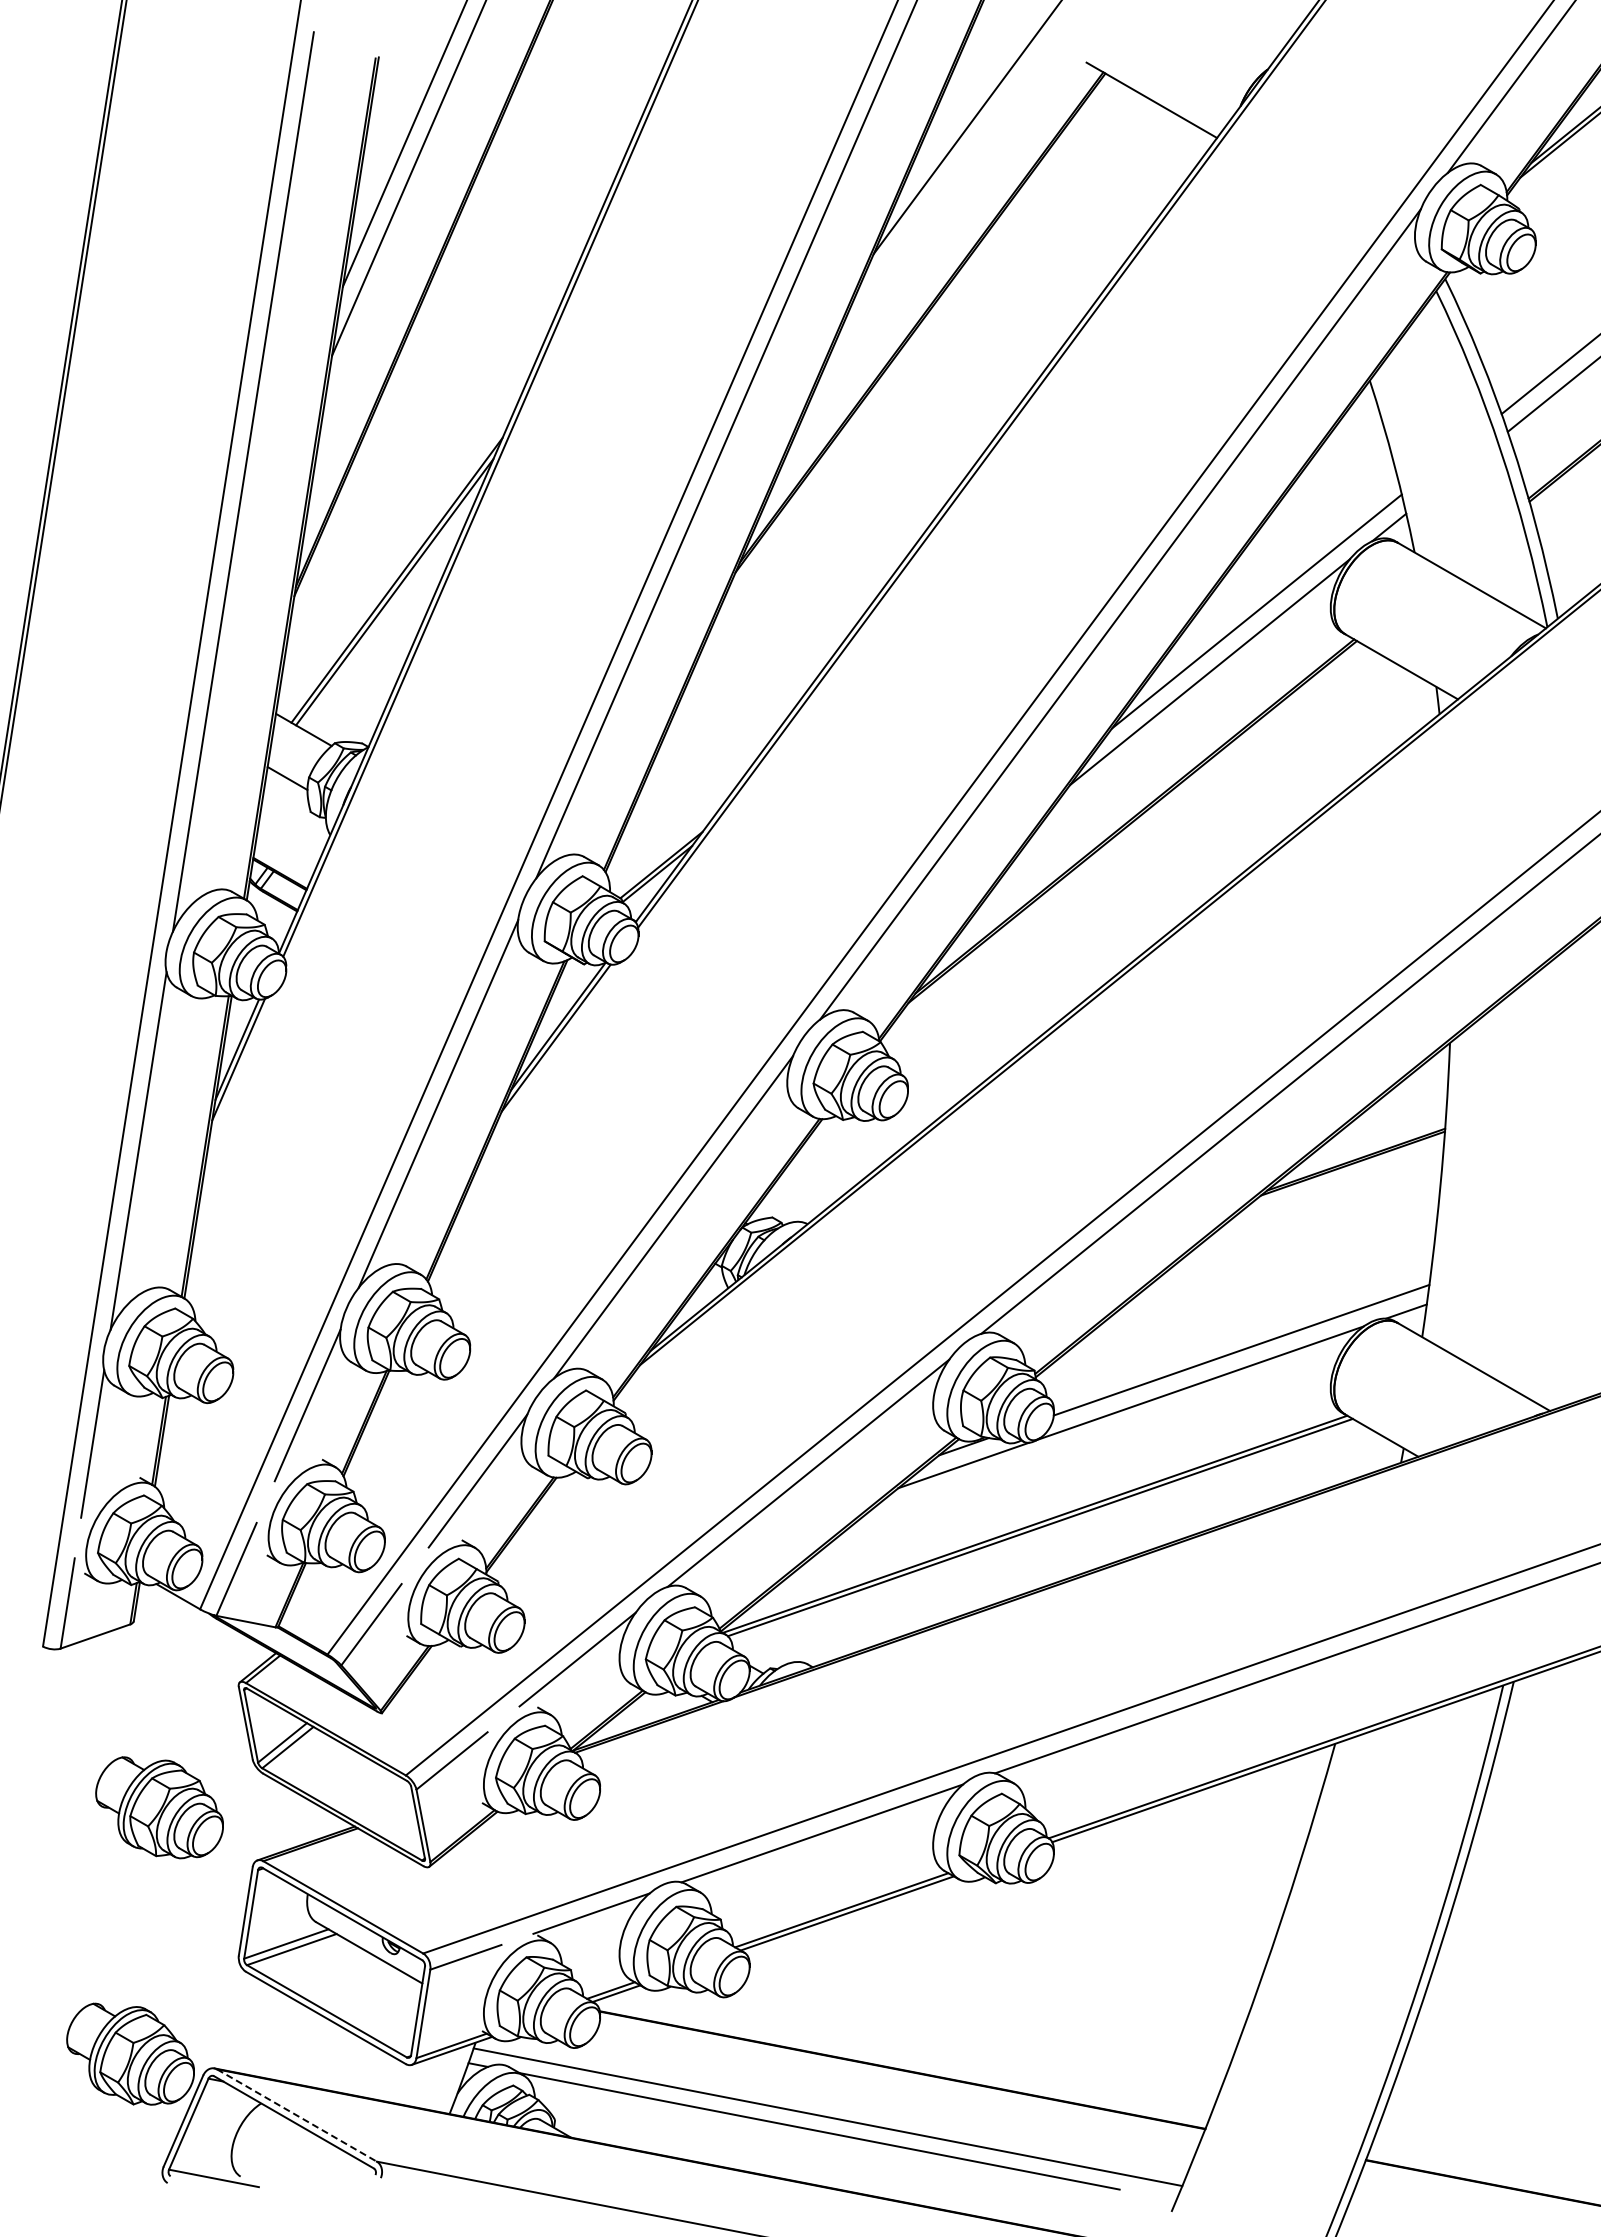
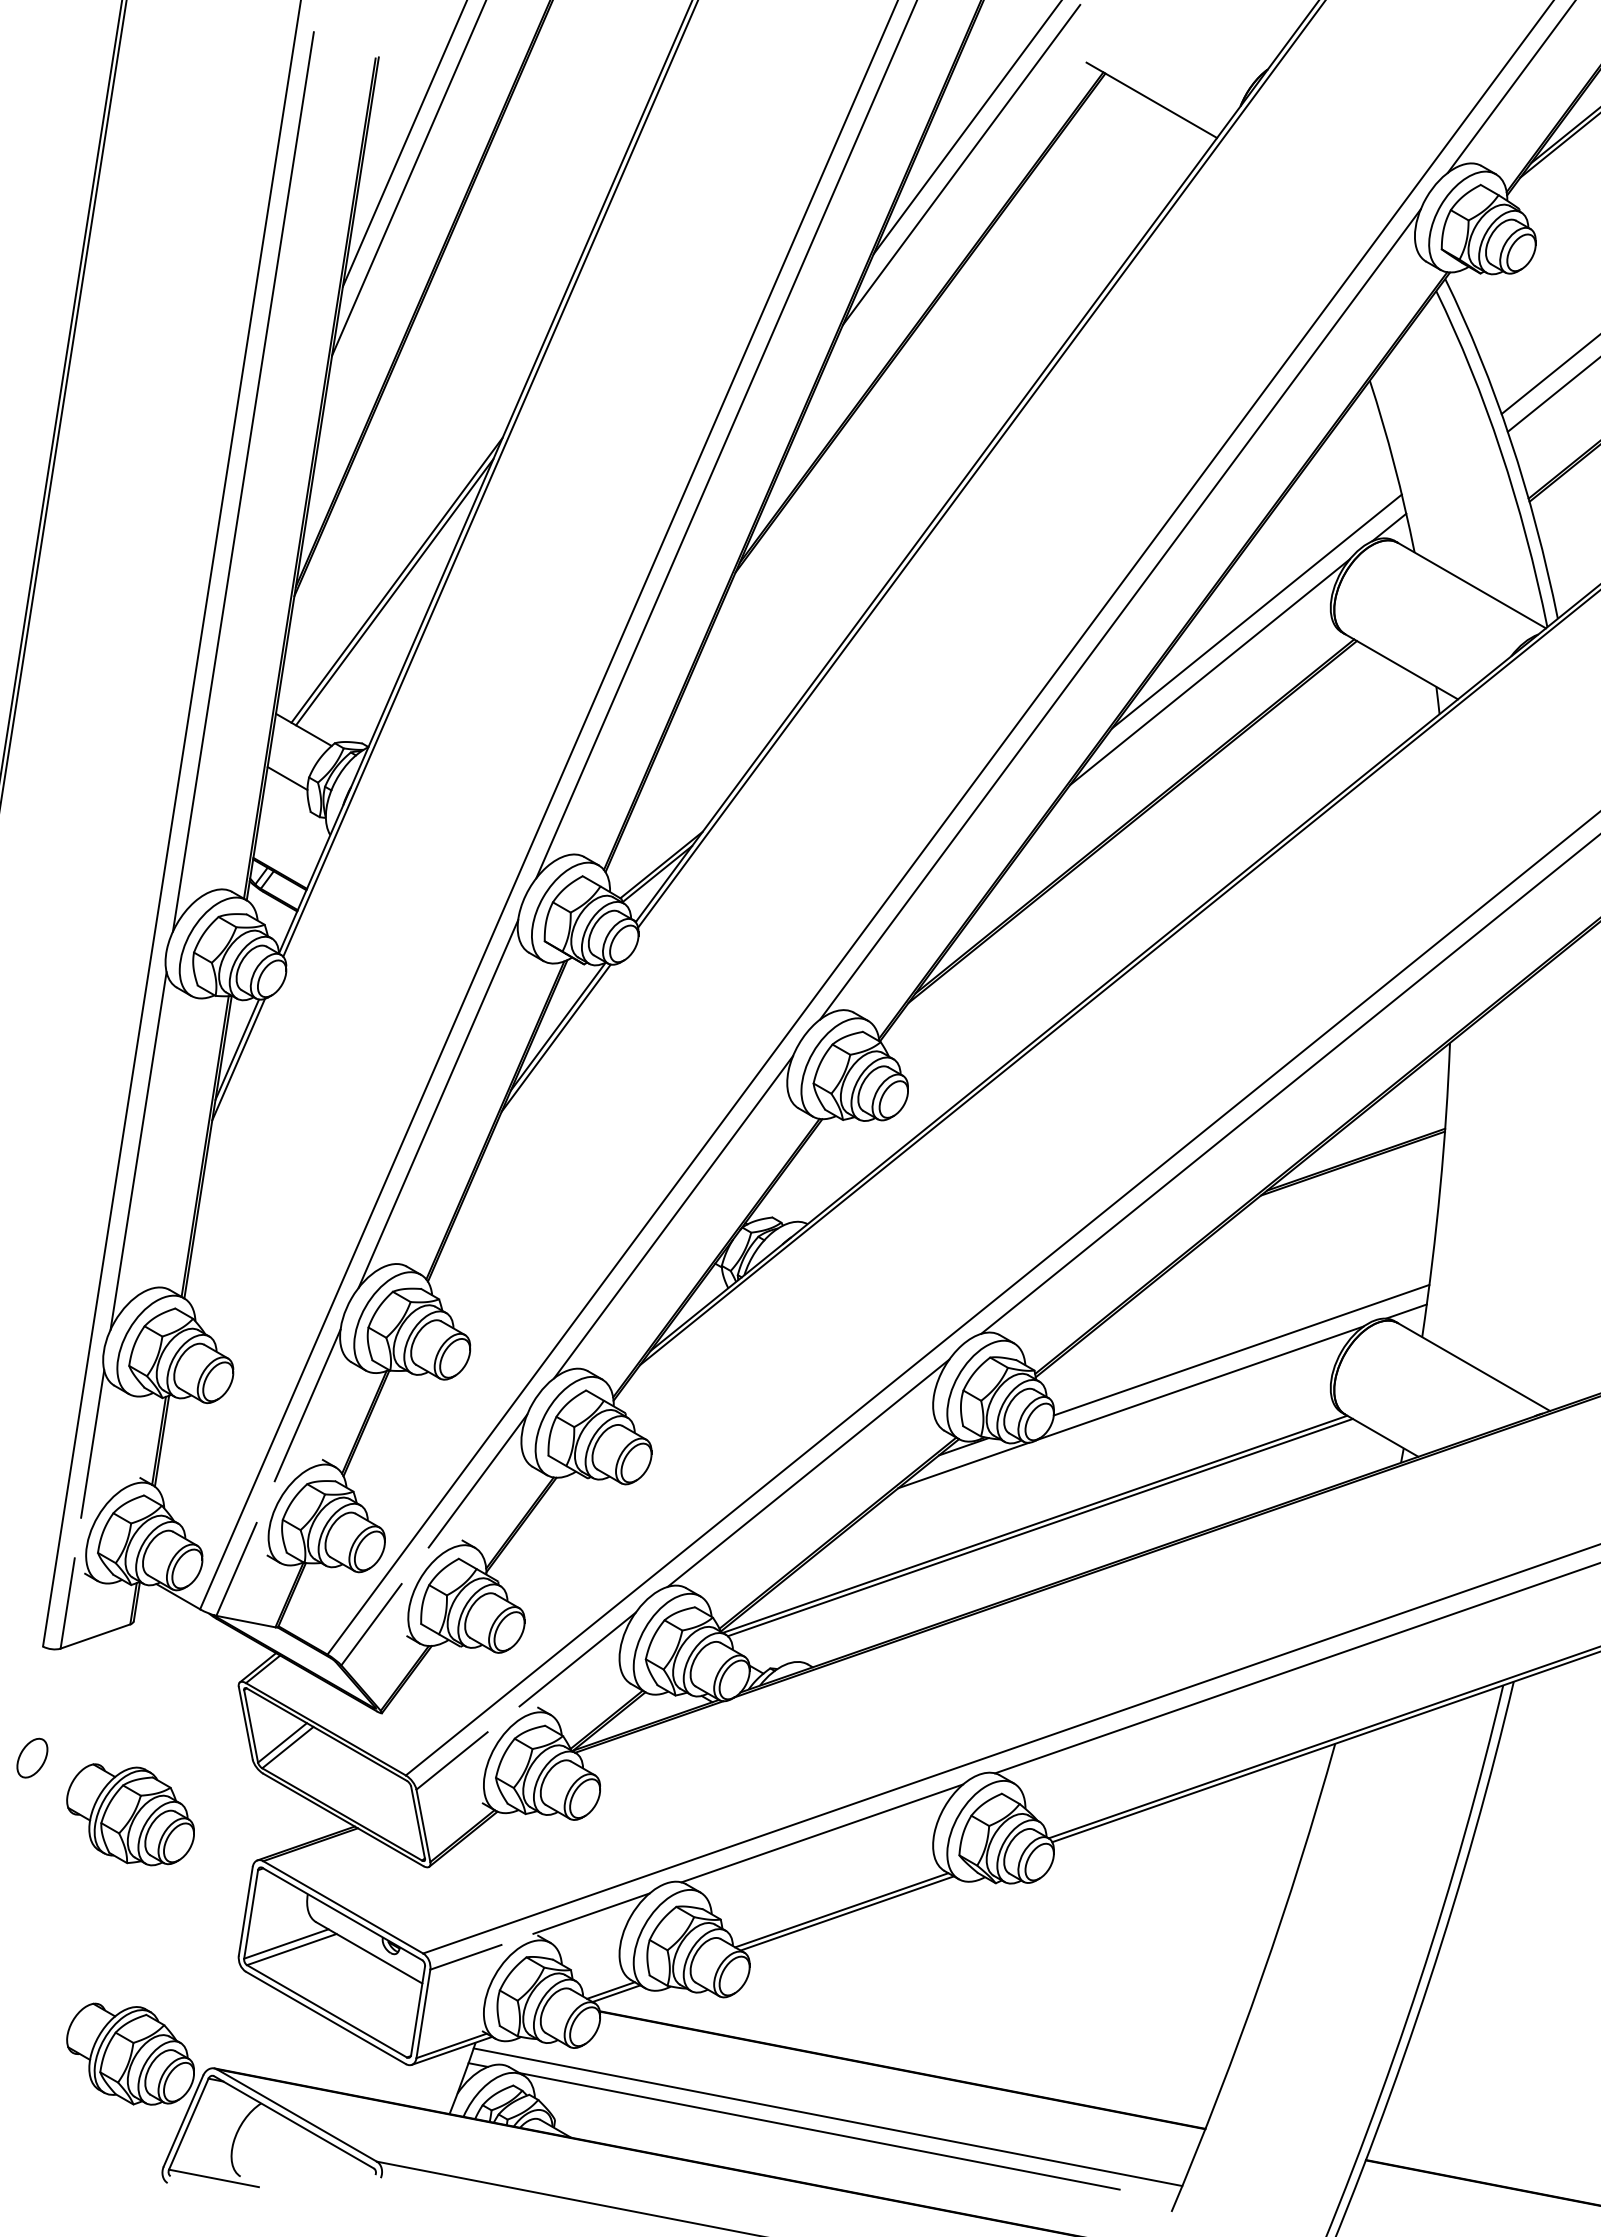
line at (961, 164): none -> present
part at (32, 1757): none -> present
part at (159, 1807) position: (159, 1807) -> (130, 1814)
line at (297, 2115): dashed -> solid
